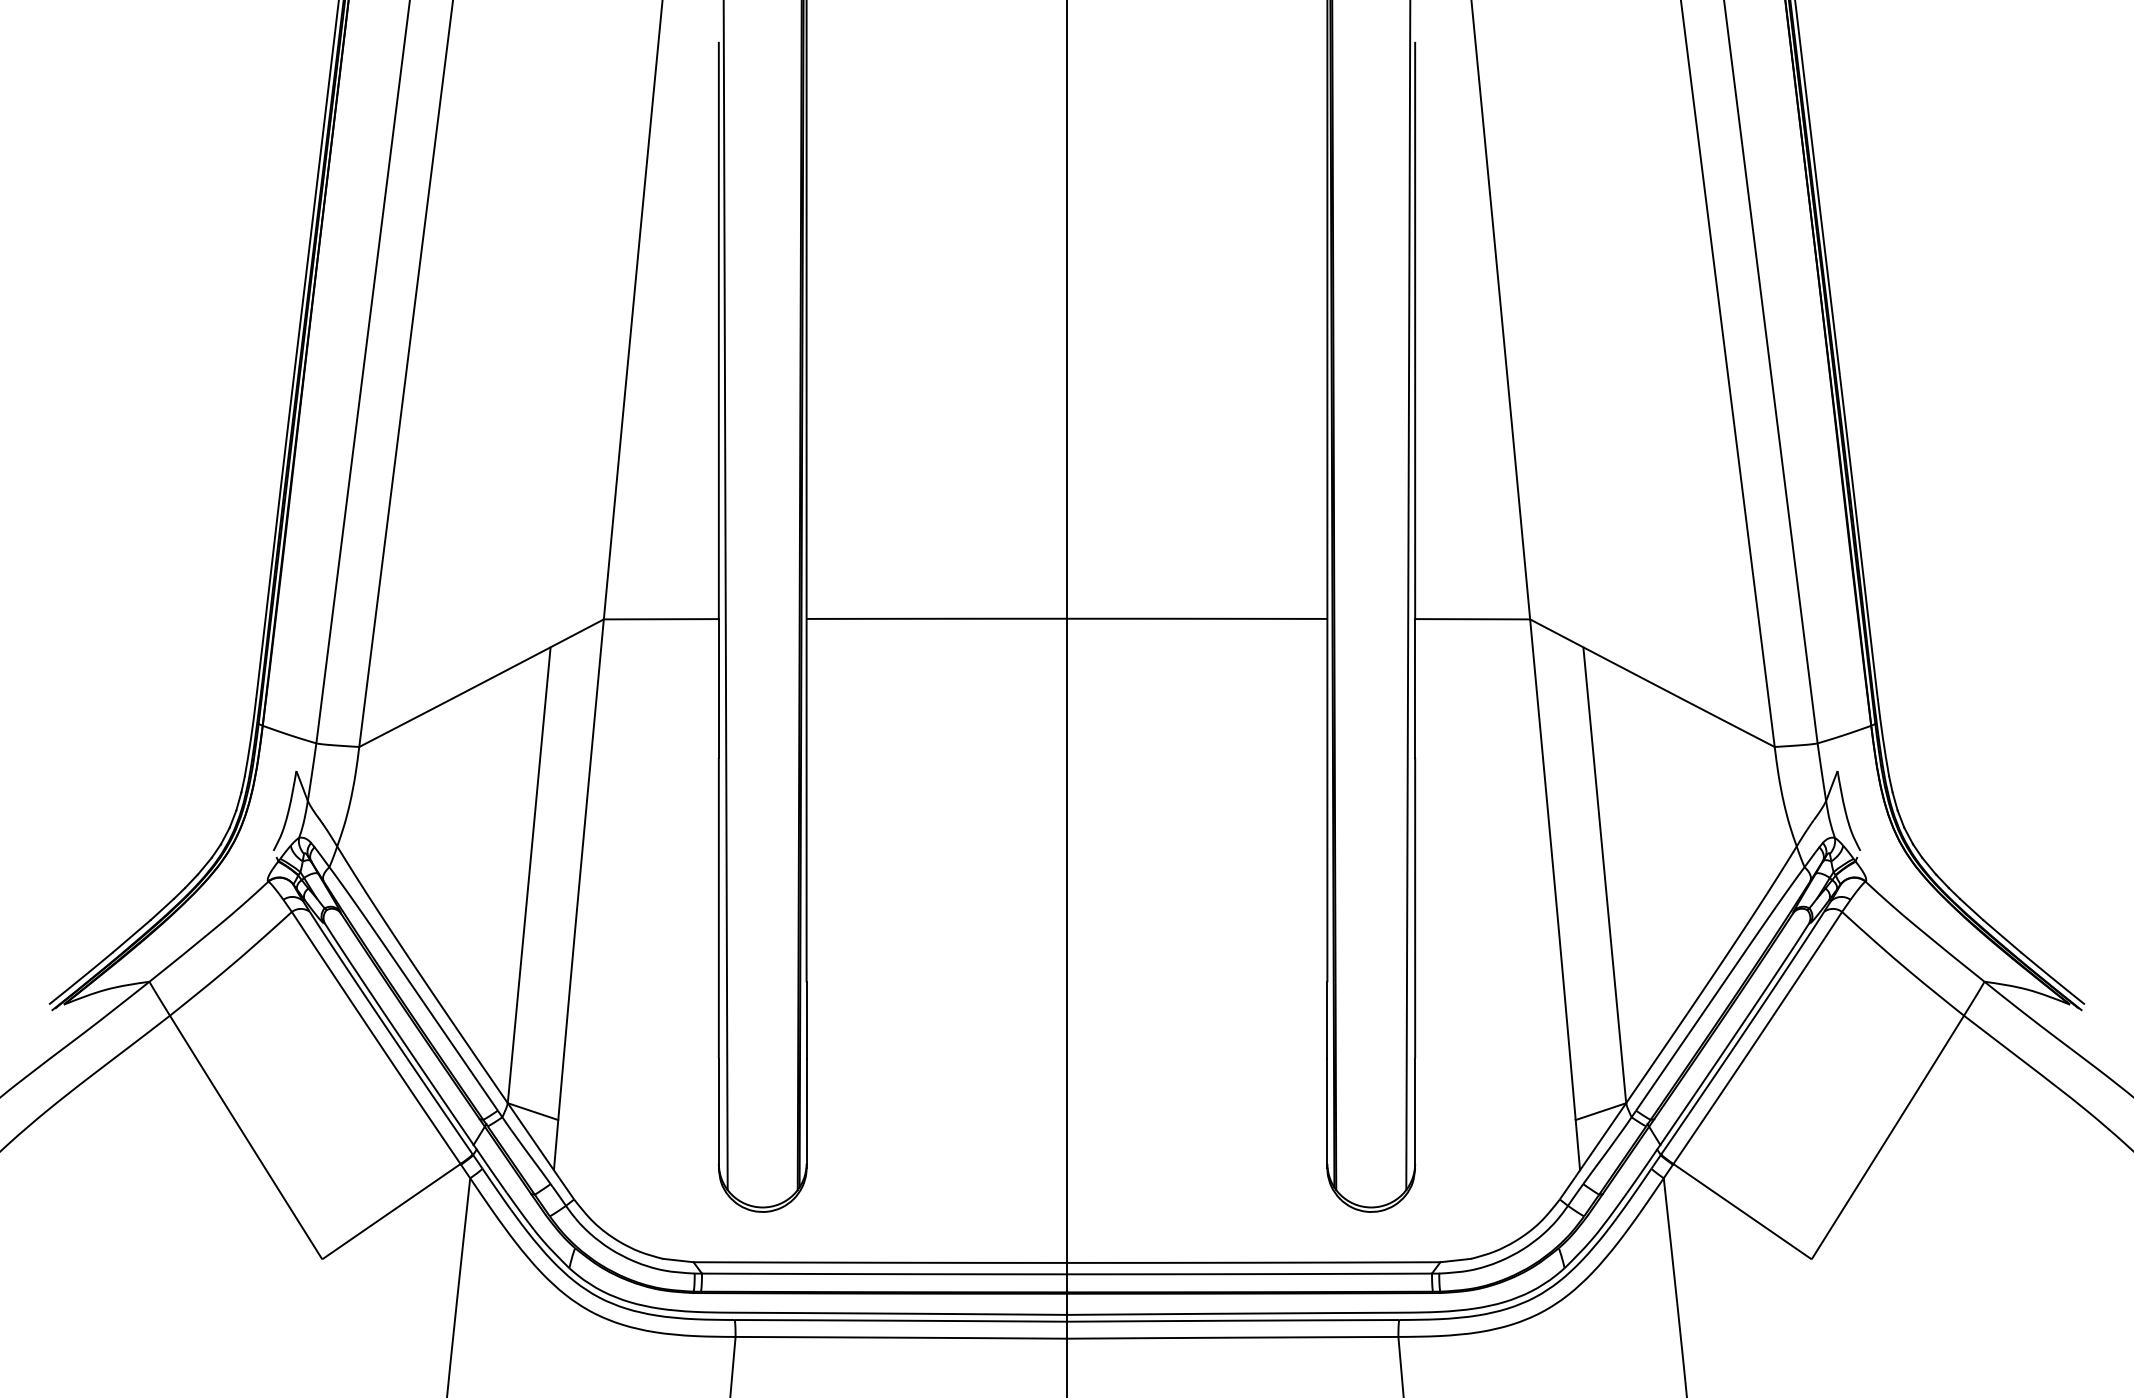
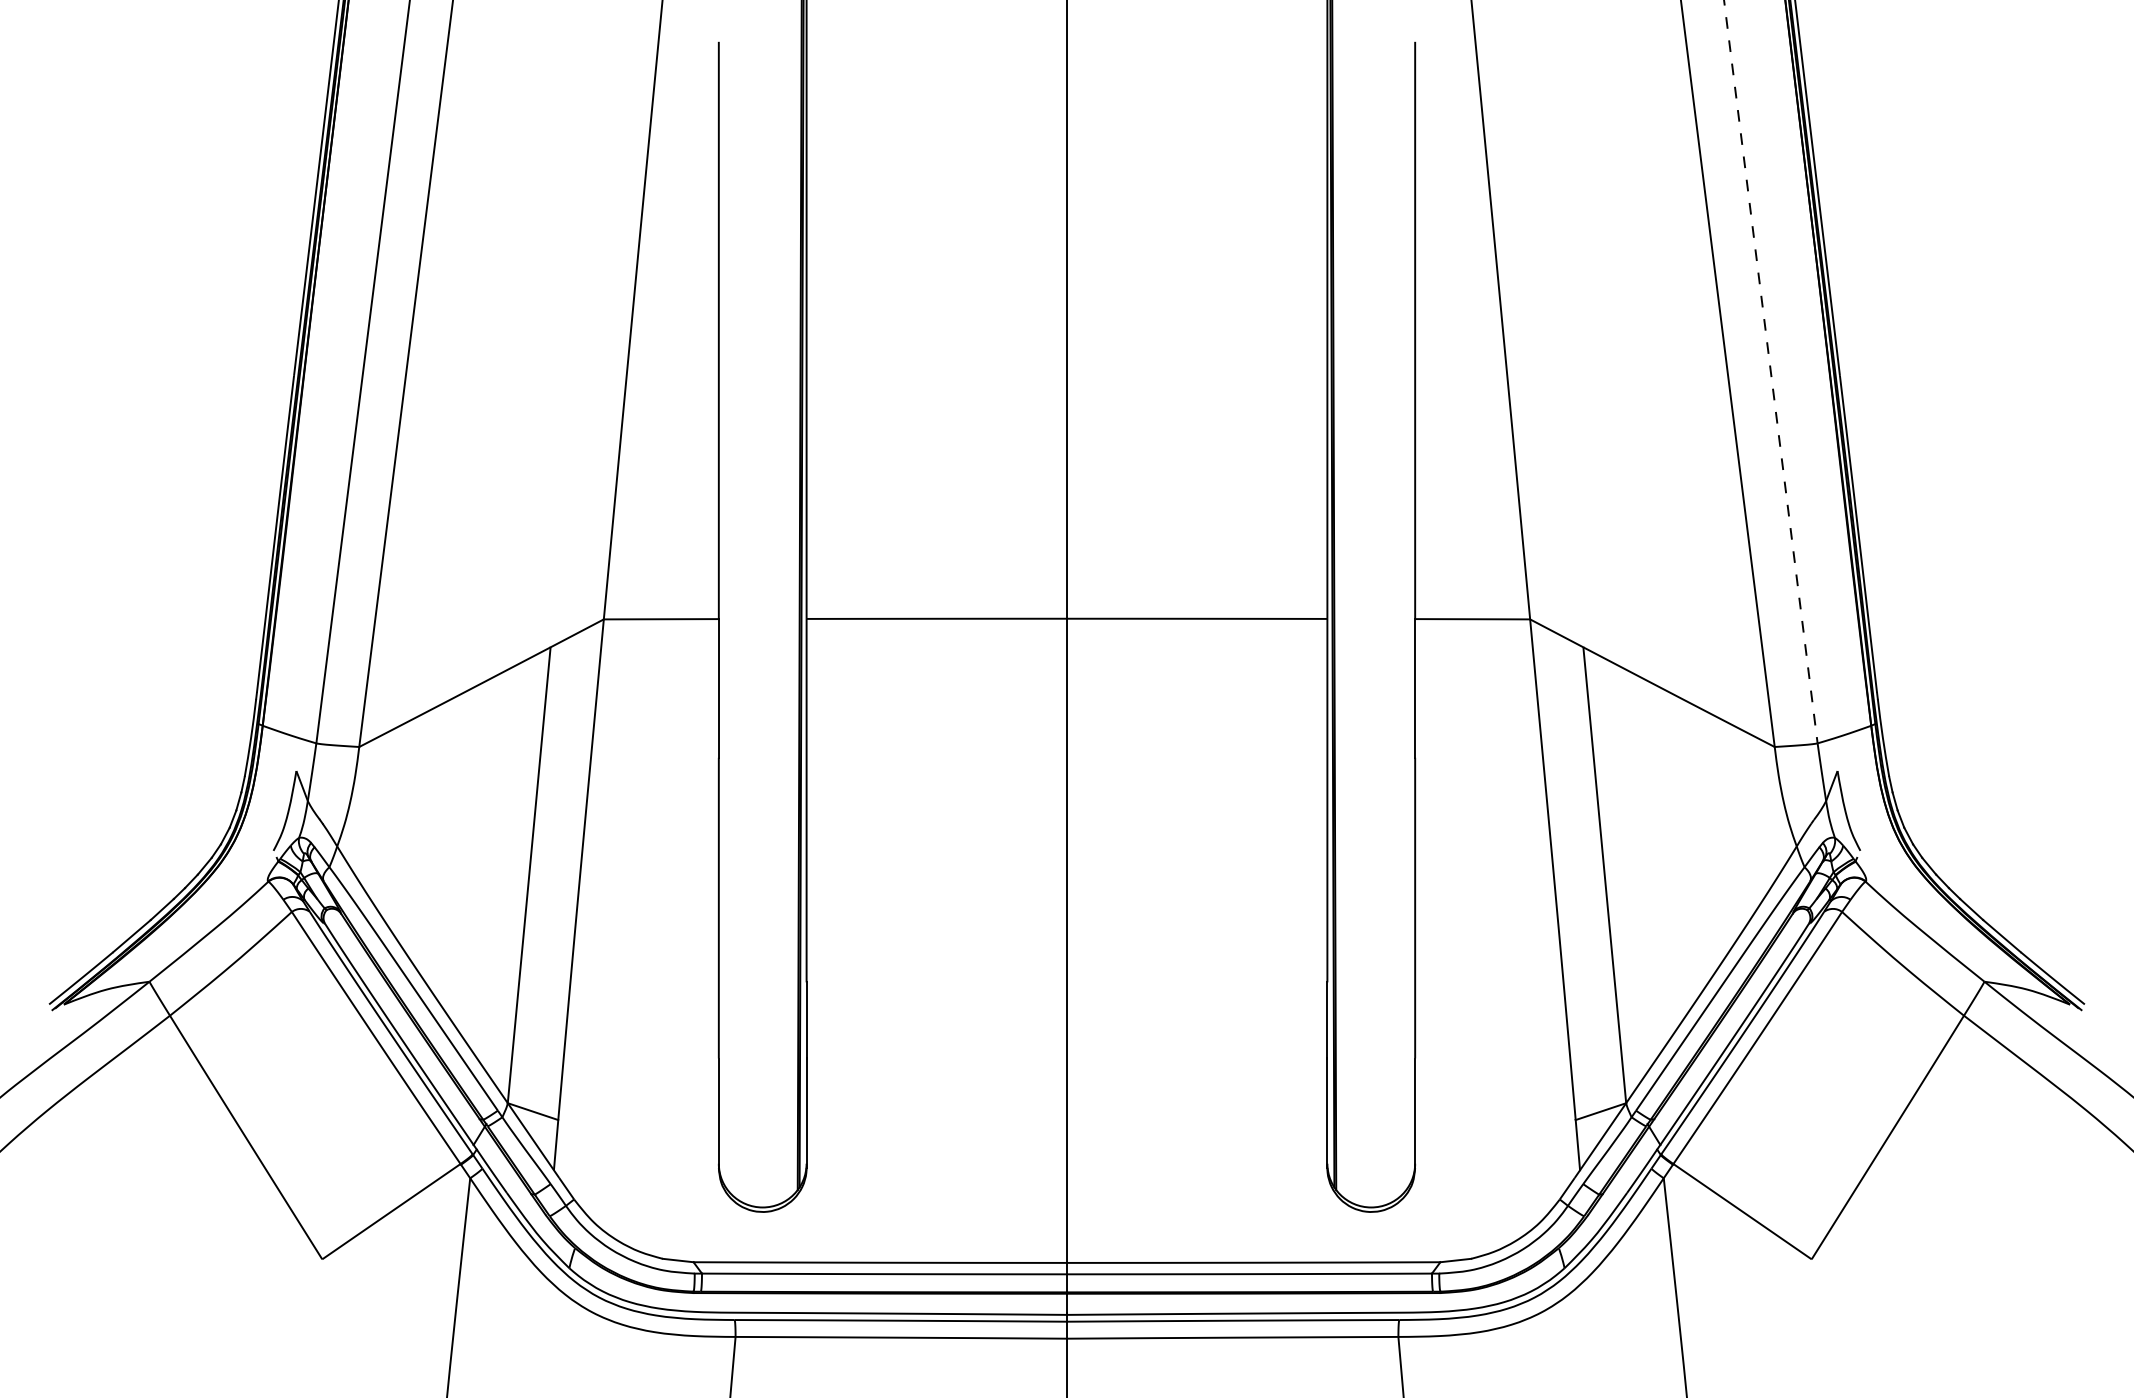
line at (1770, 372): solid -> dashed
line at (725, 596): present -> none
line at (1408, 596): present -> none
